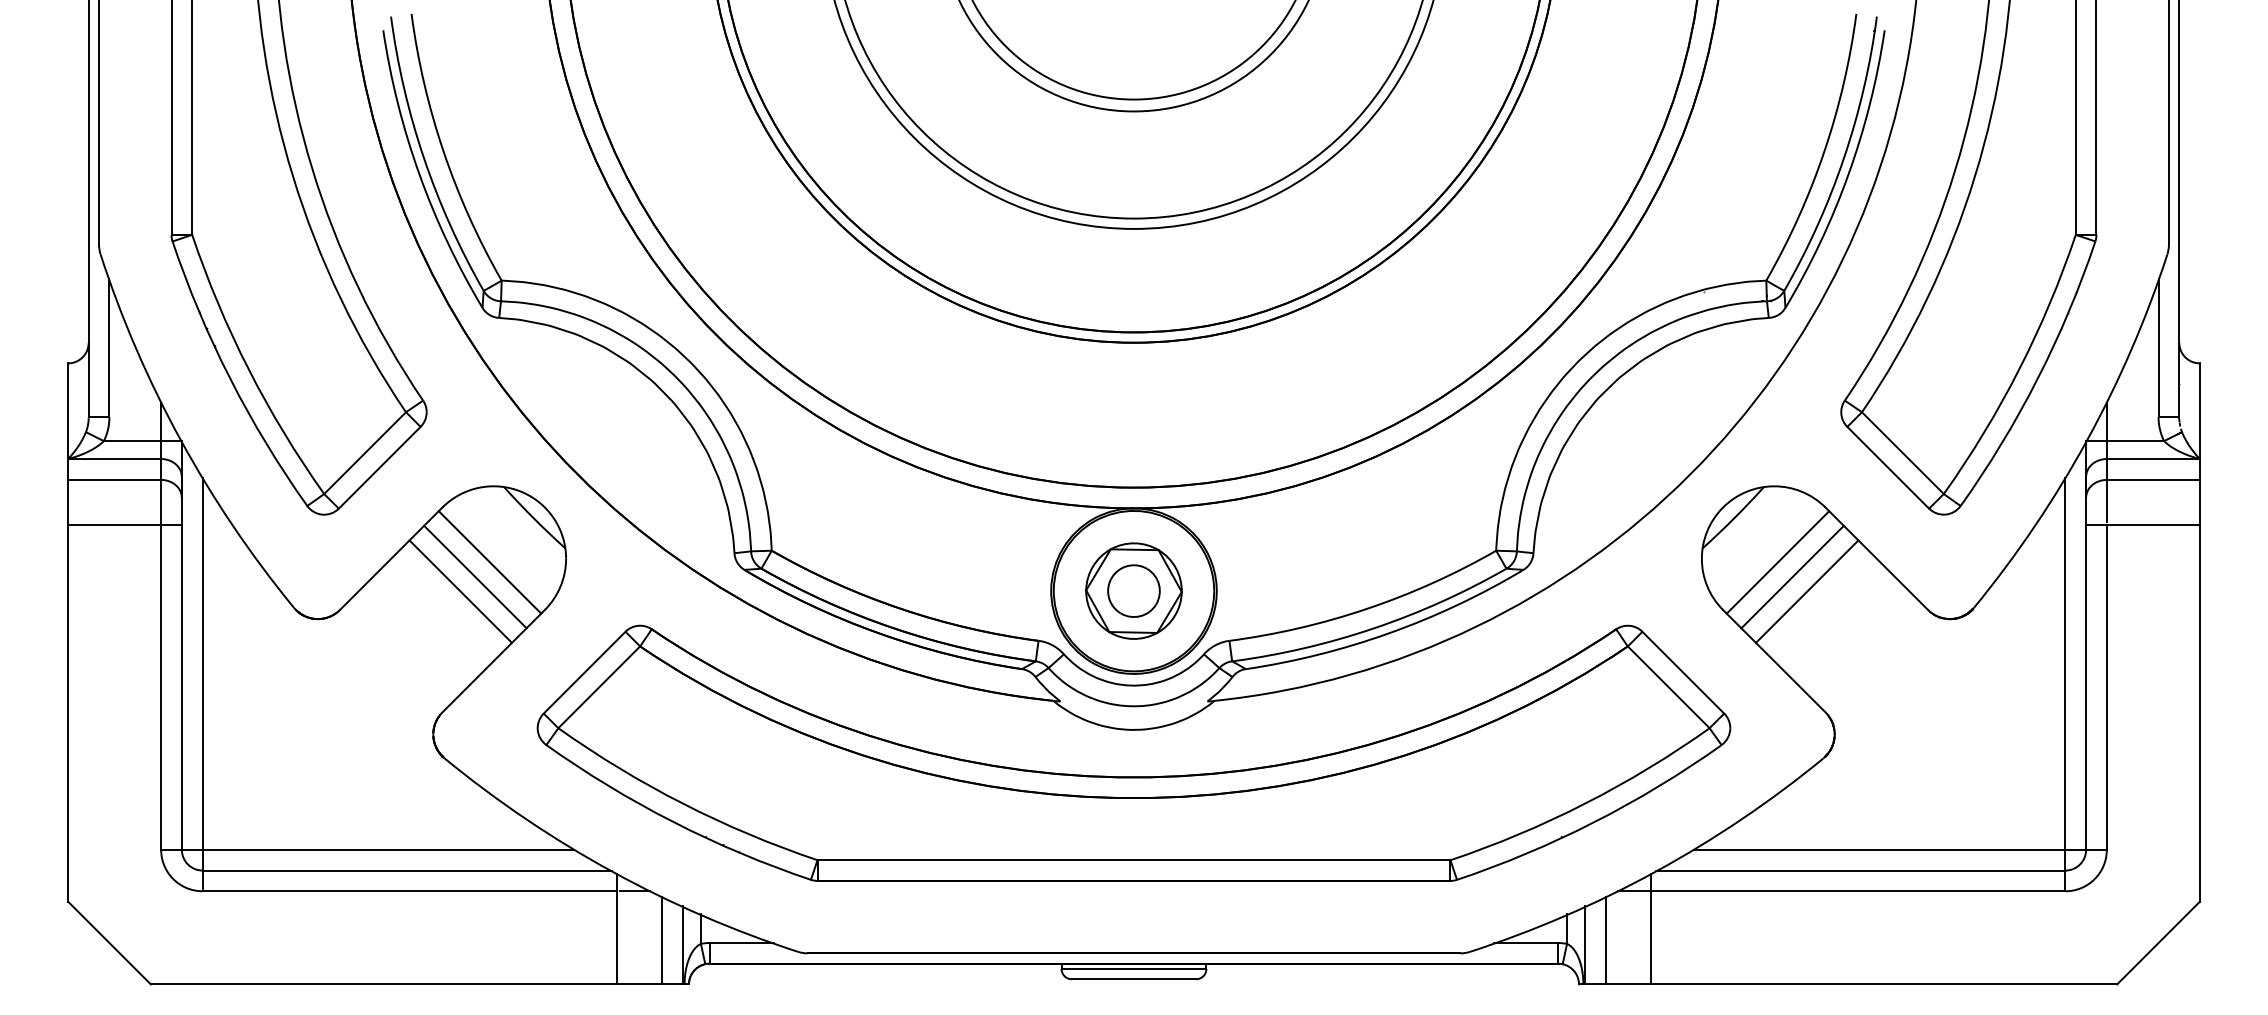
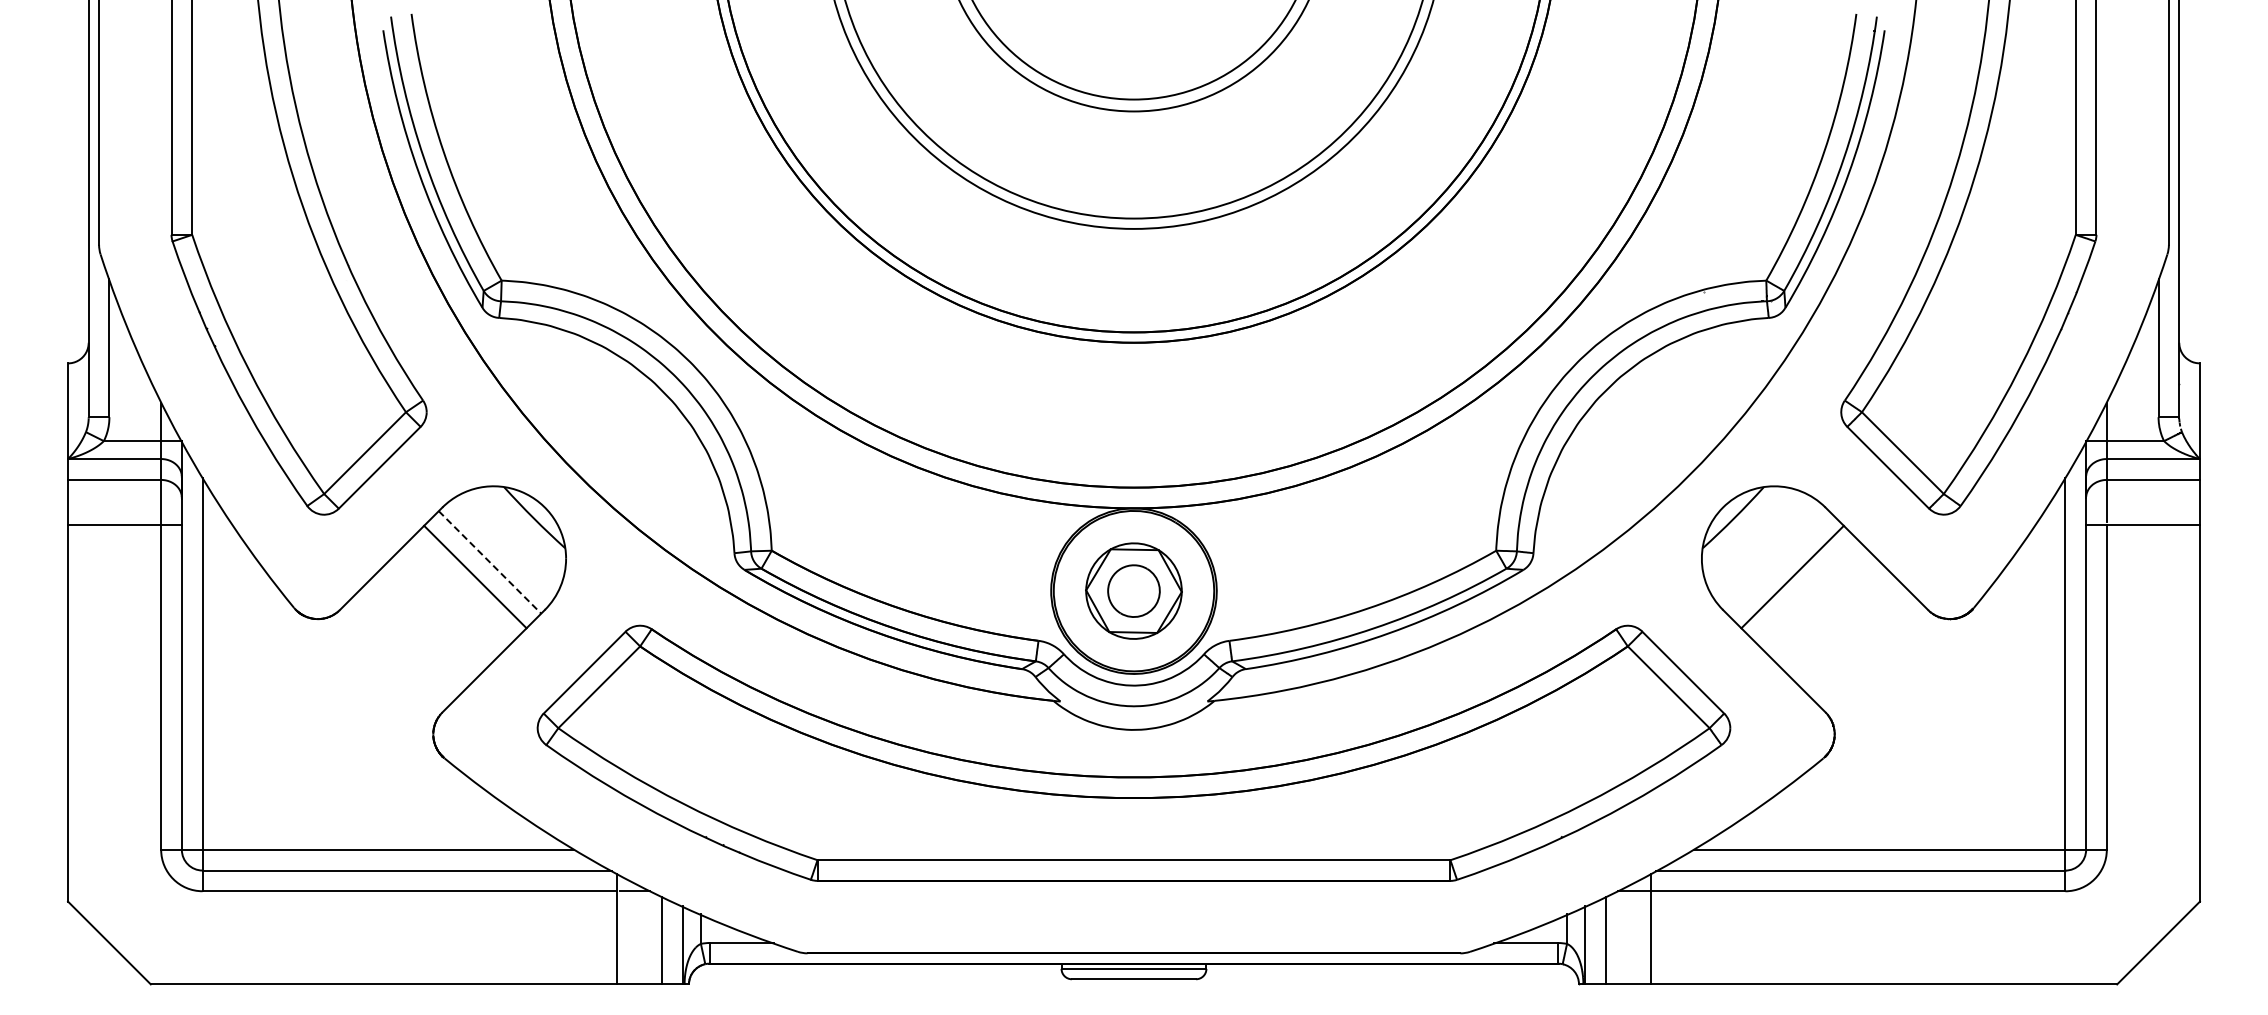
line at (490, 562): solid -> dashed
line at (1777, 562): present -> none
line at (460, 591): present -> none
line at (1806, 591): present -> none
